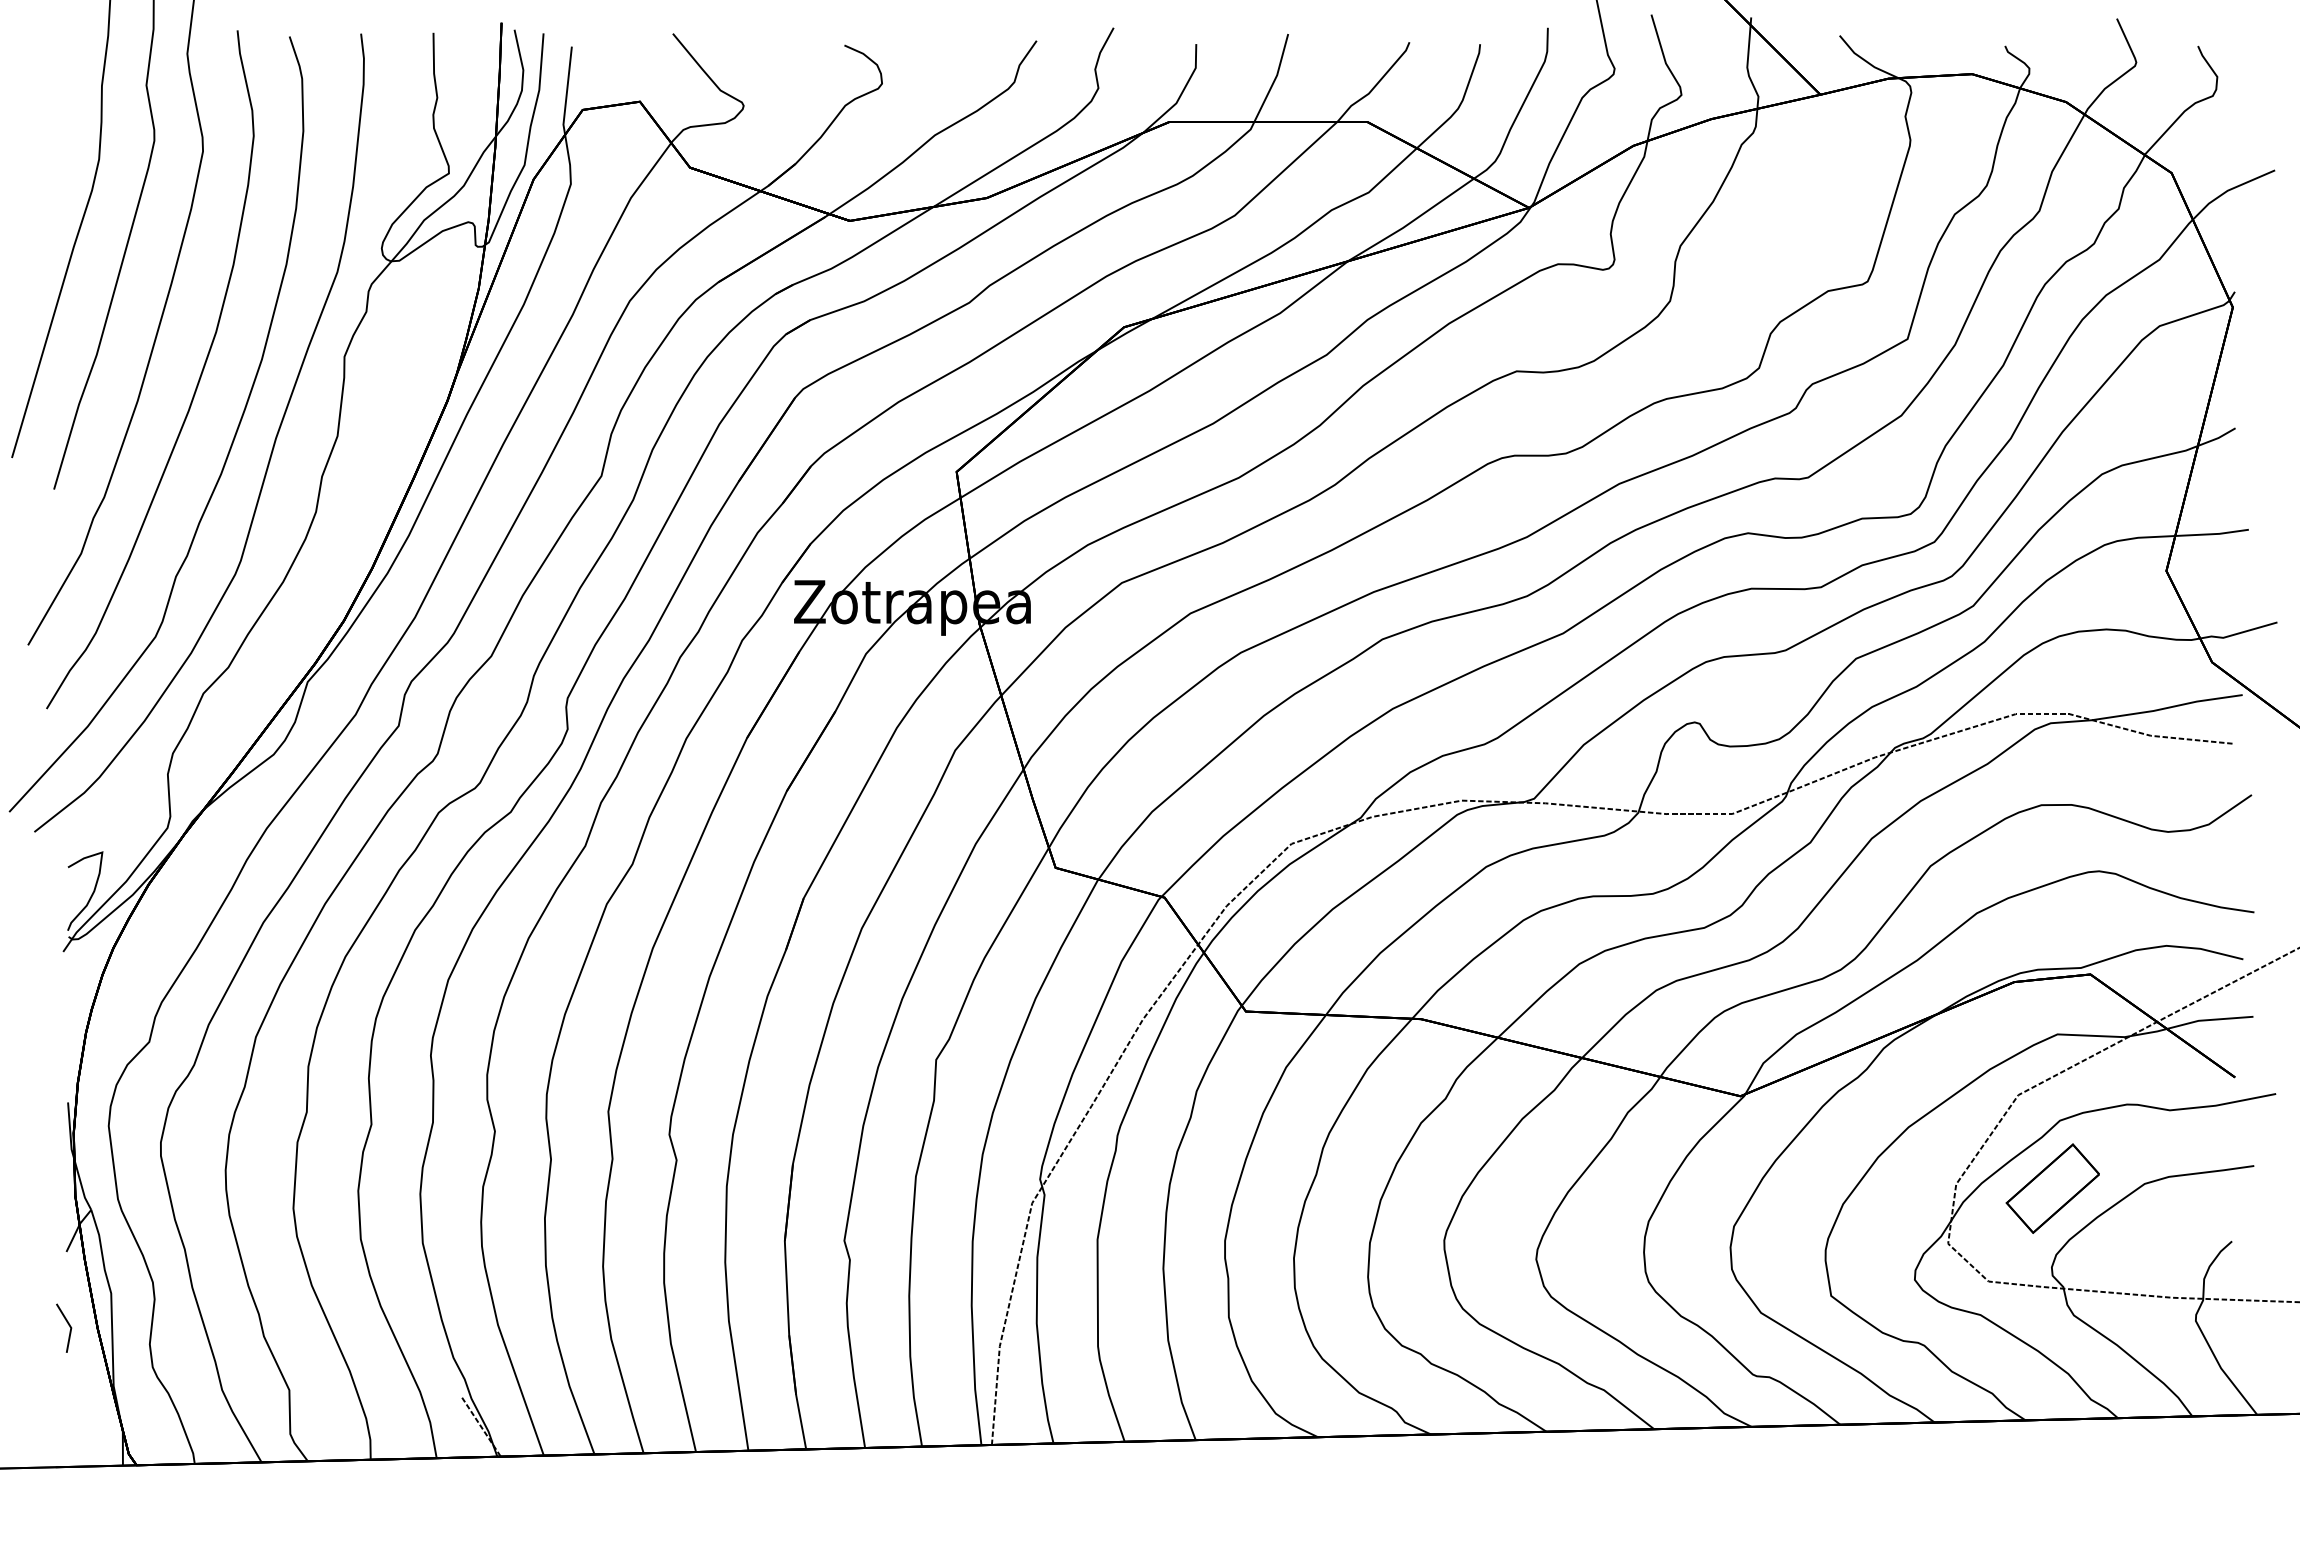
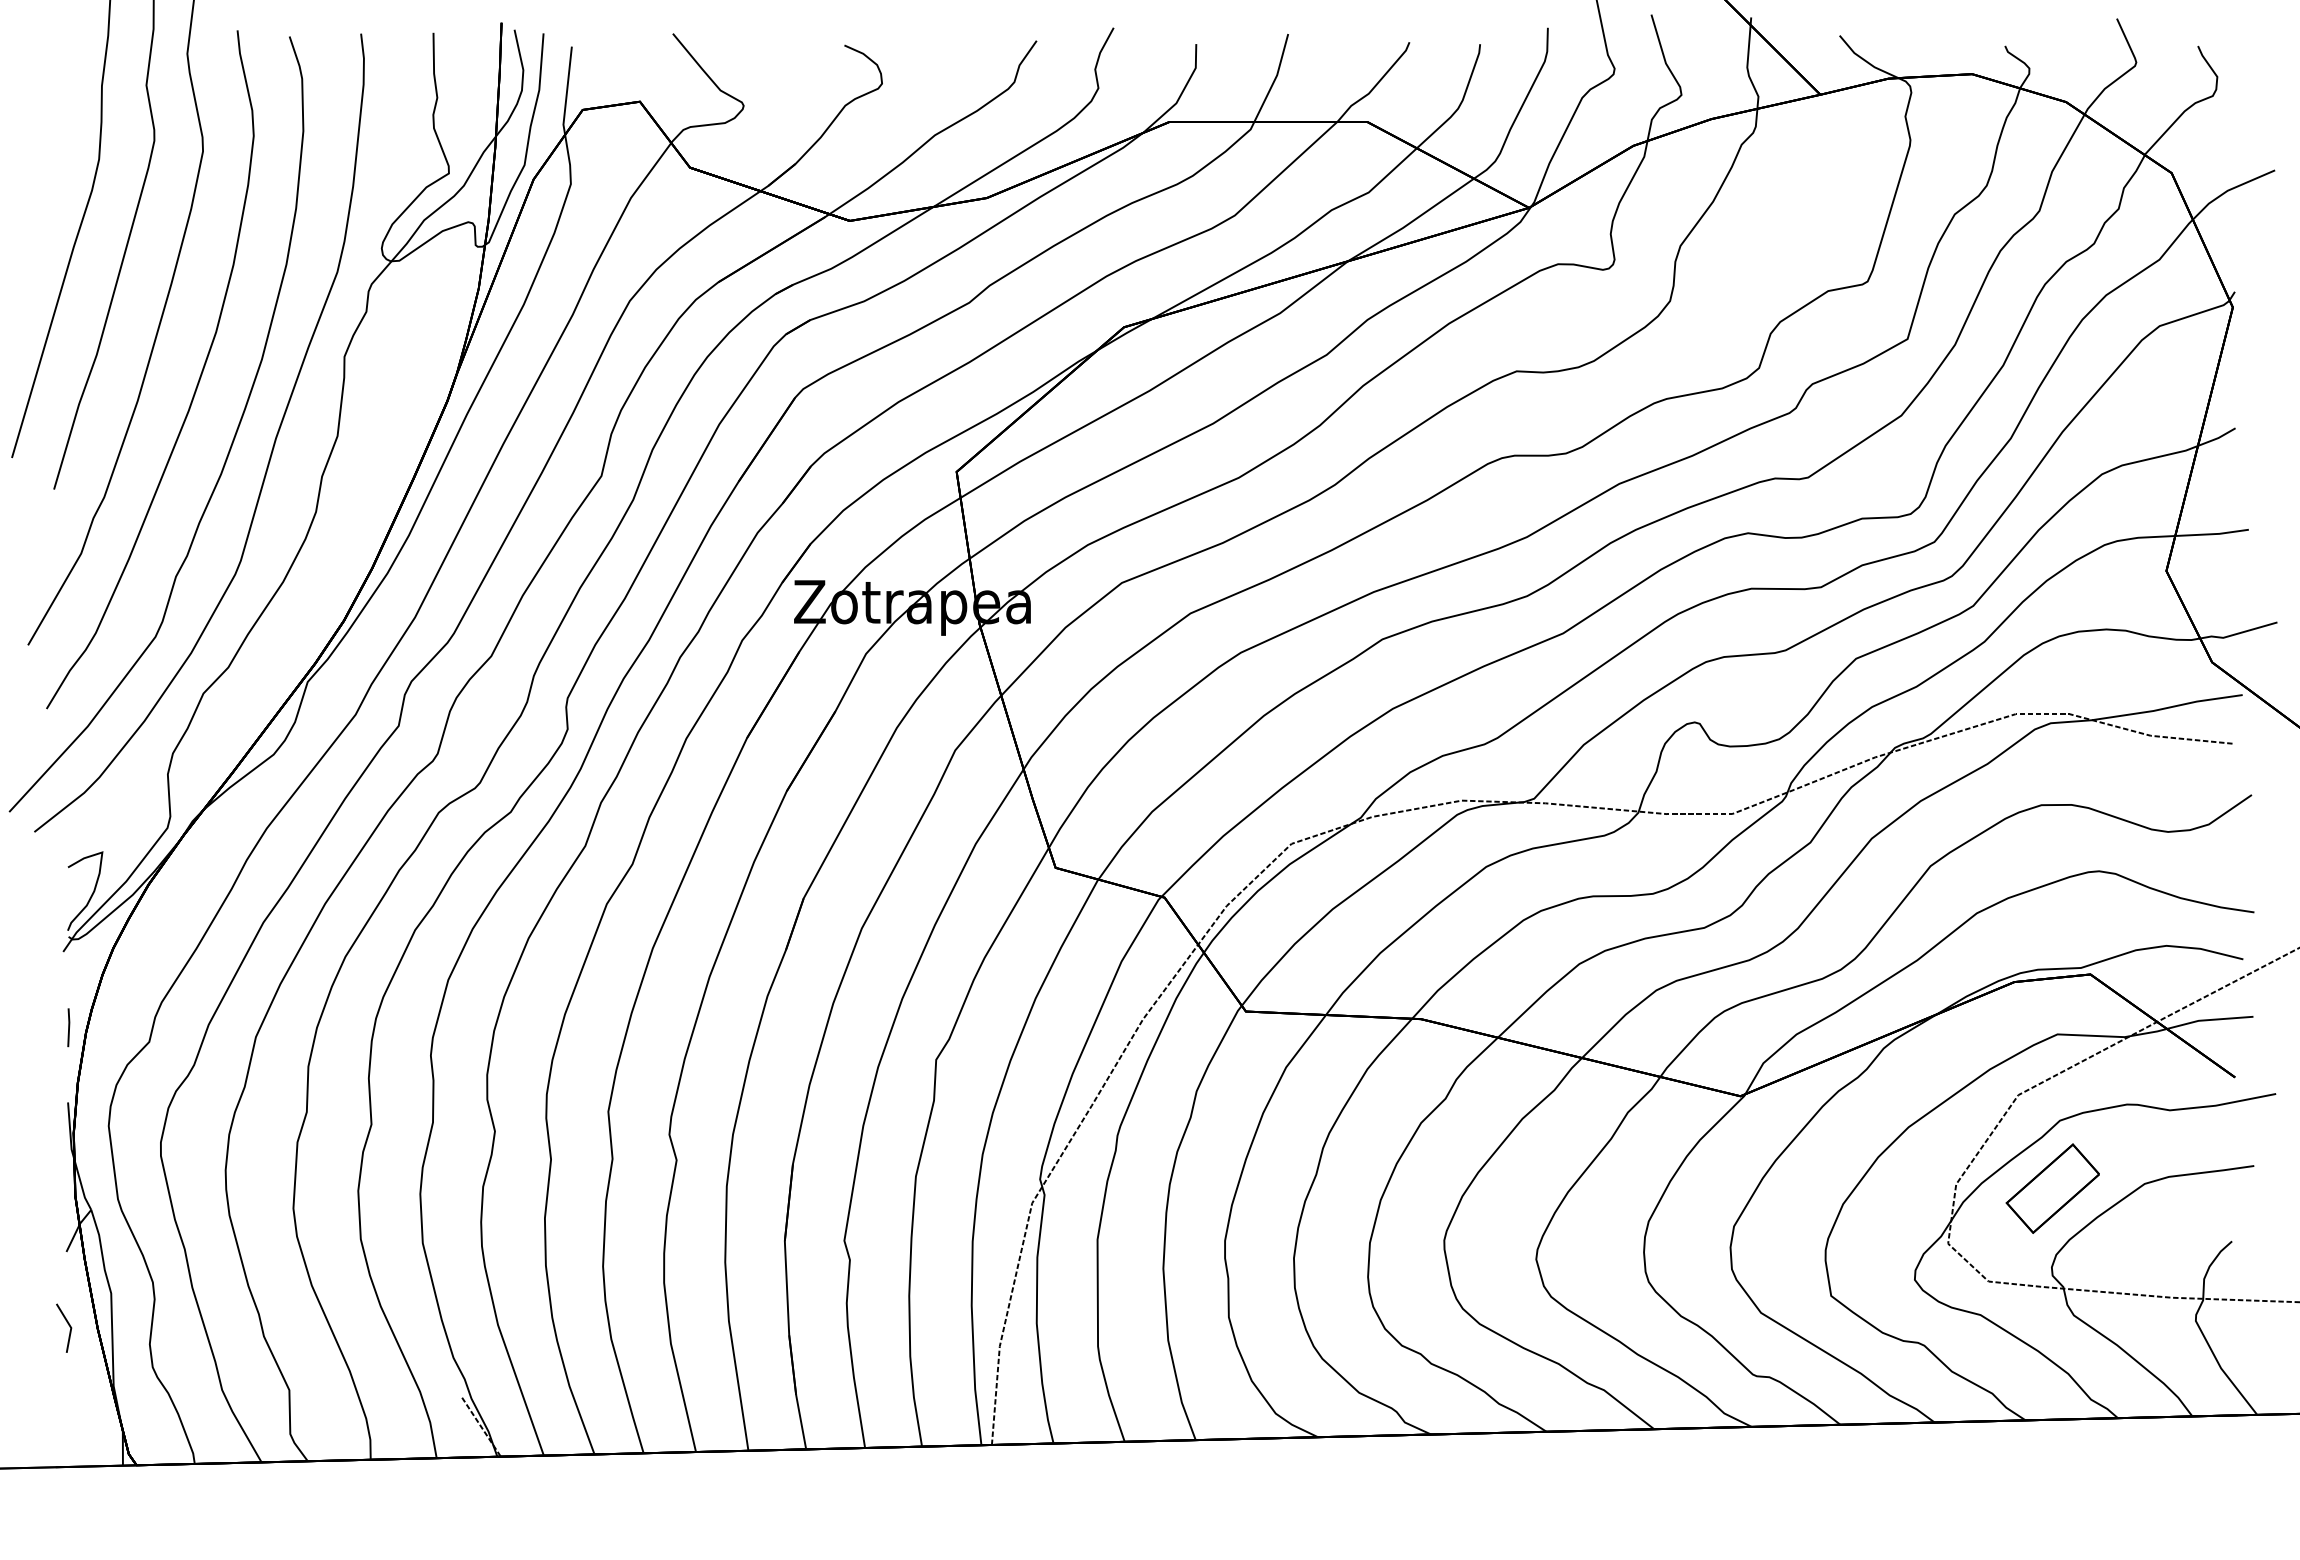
line at (68, 1027): none -> present
